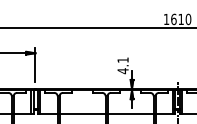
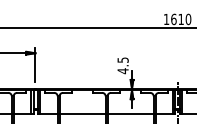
text at (122, 59): 4.1 -> 4.5
